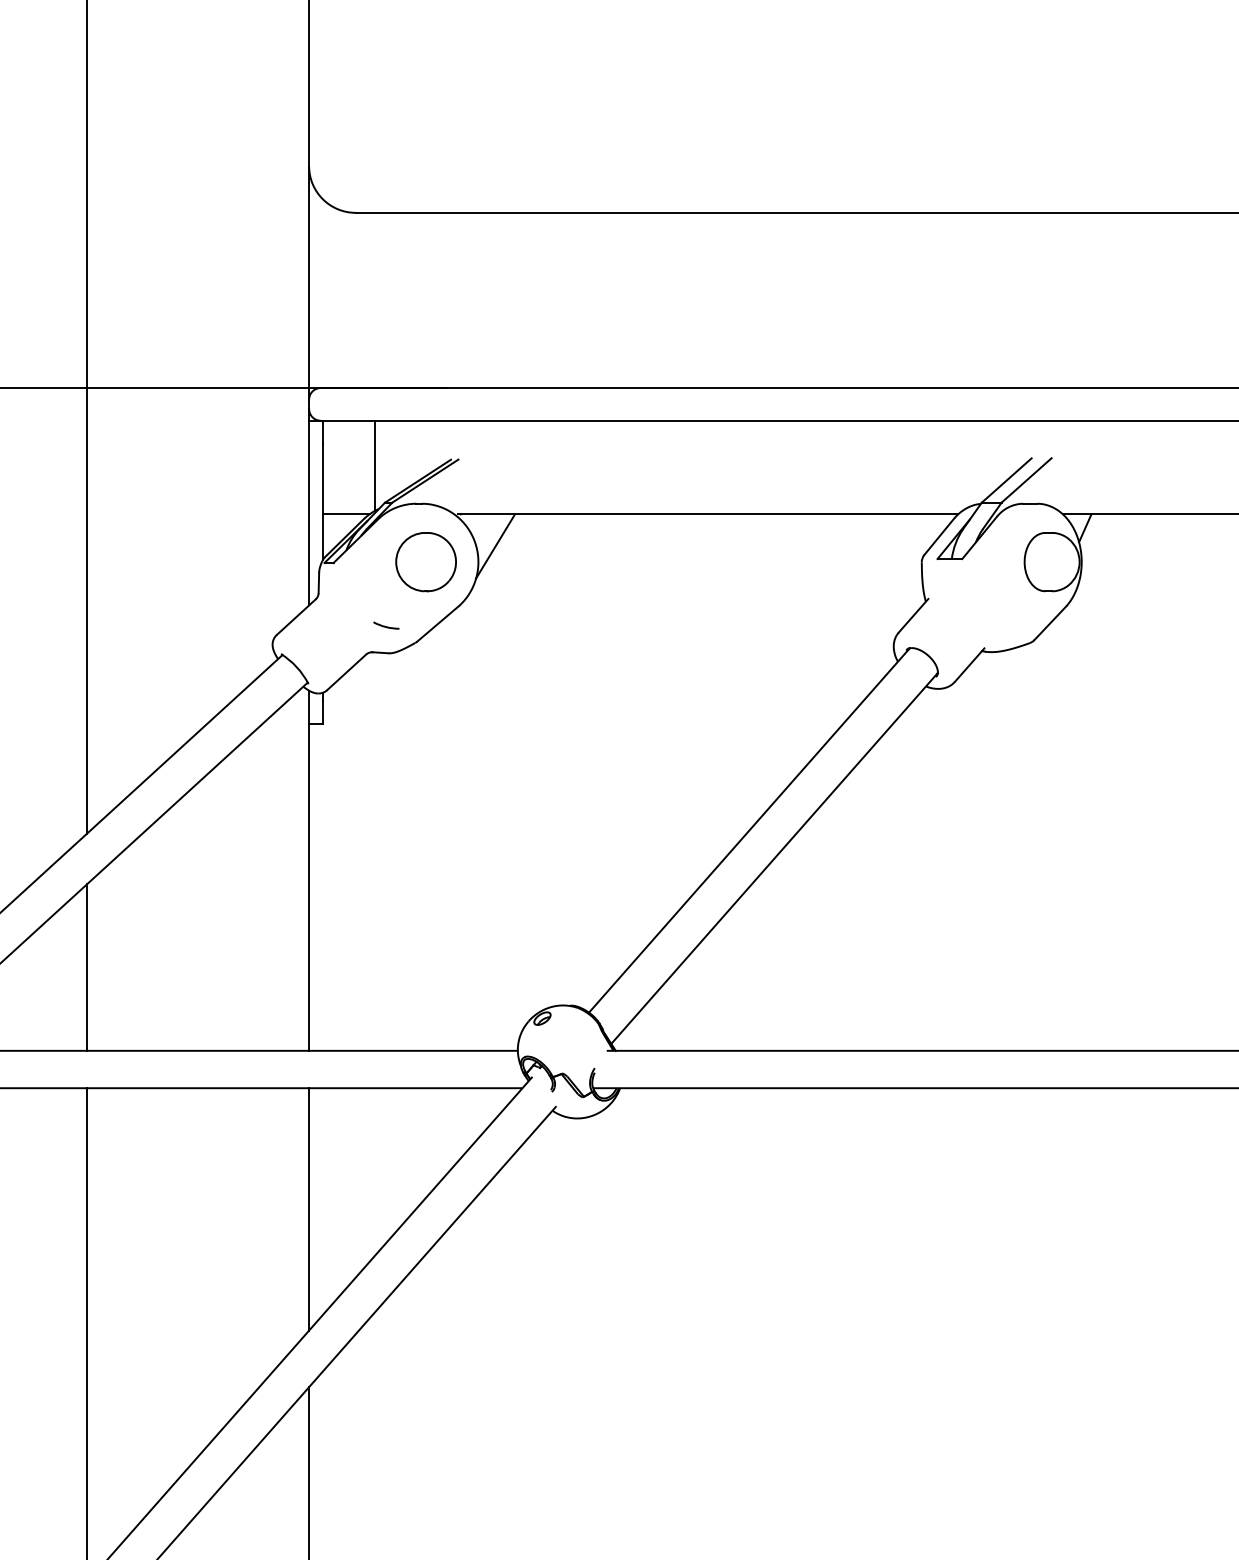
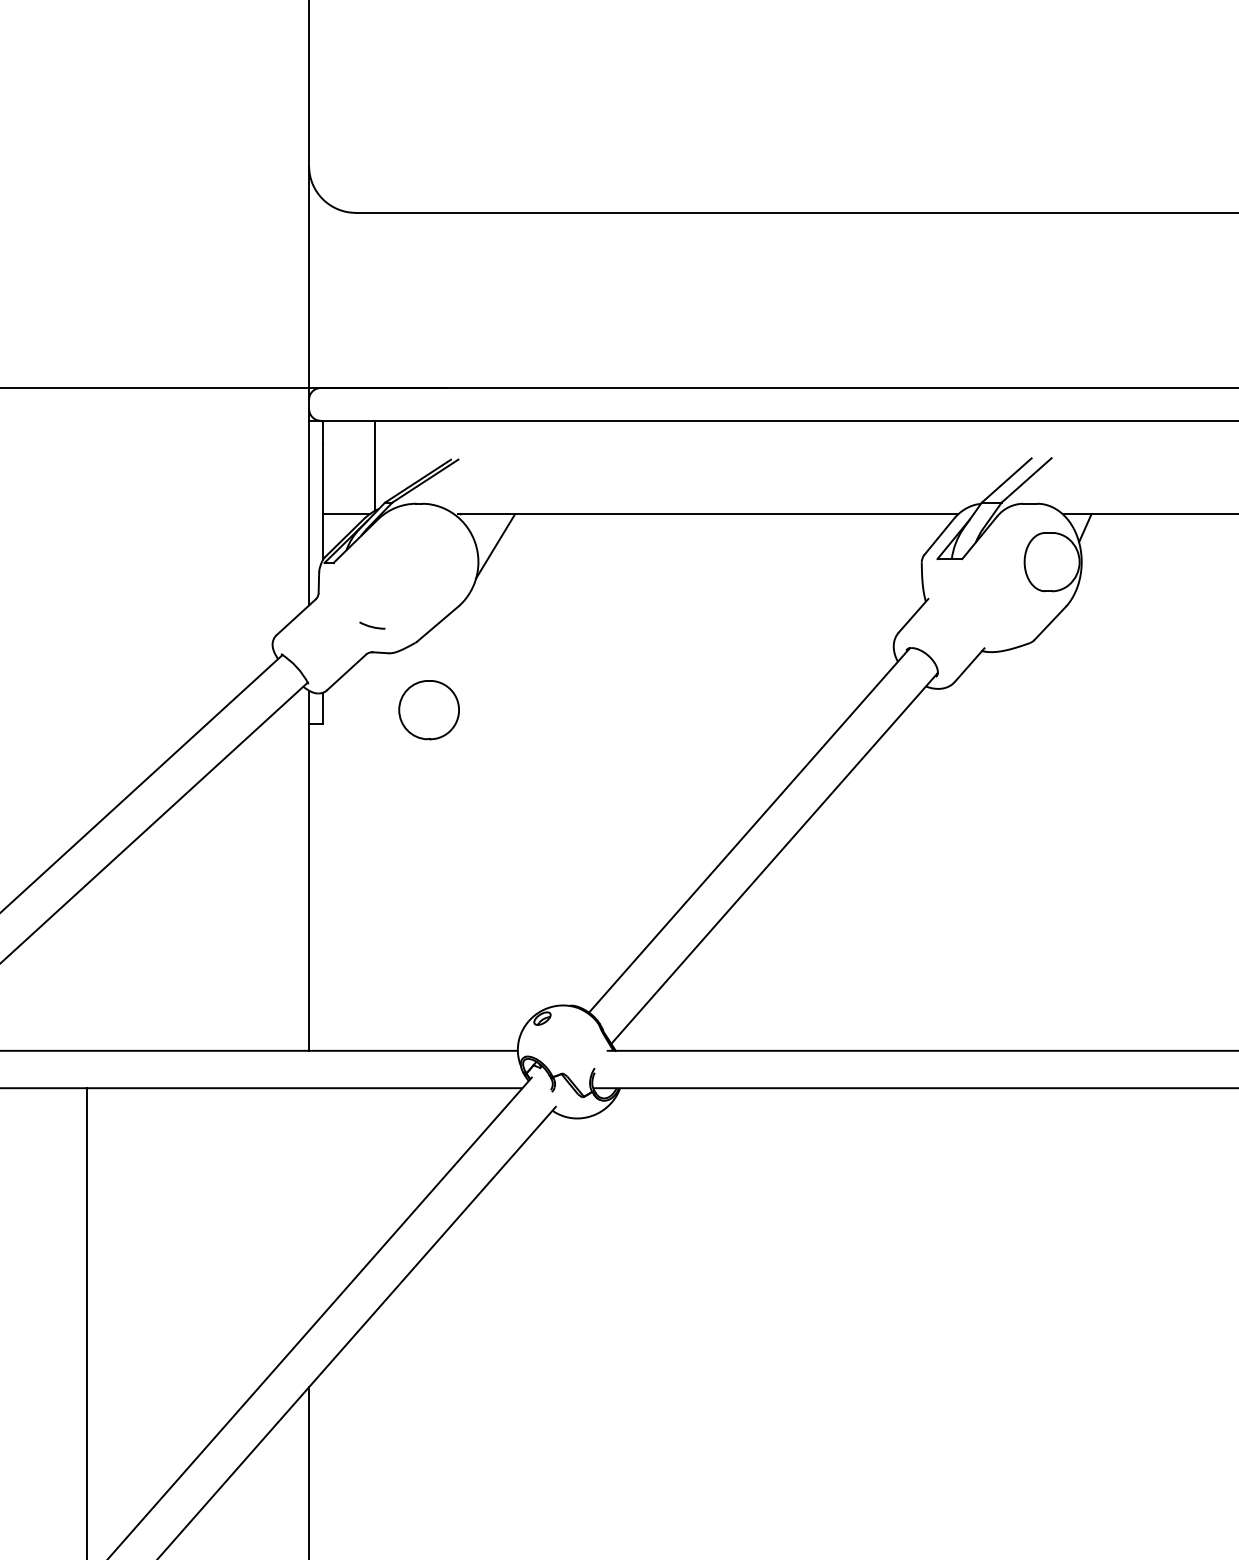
line at (87, 417): present -> none
part at (425, 562) position: (425, 562) -> (428, 710)
arc at (386, 626) position: (386, 626) -> (372, 626)
line at (87, 967): present -> none
line at (309, 1209): present -> none
